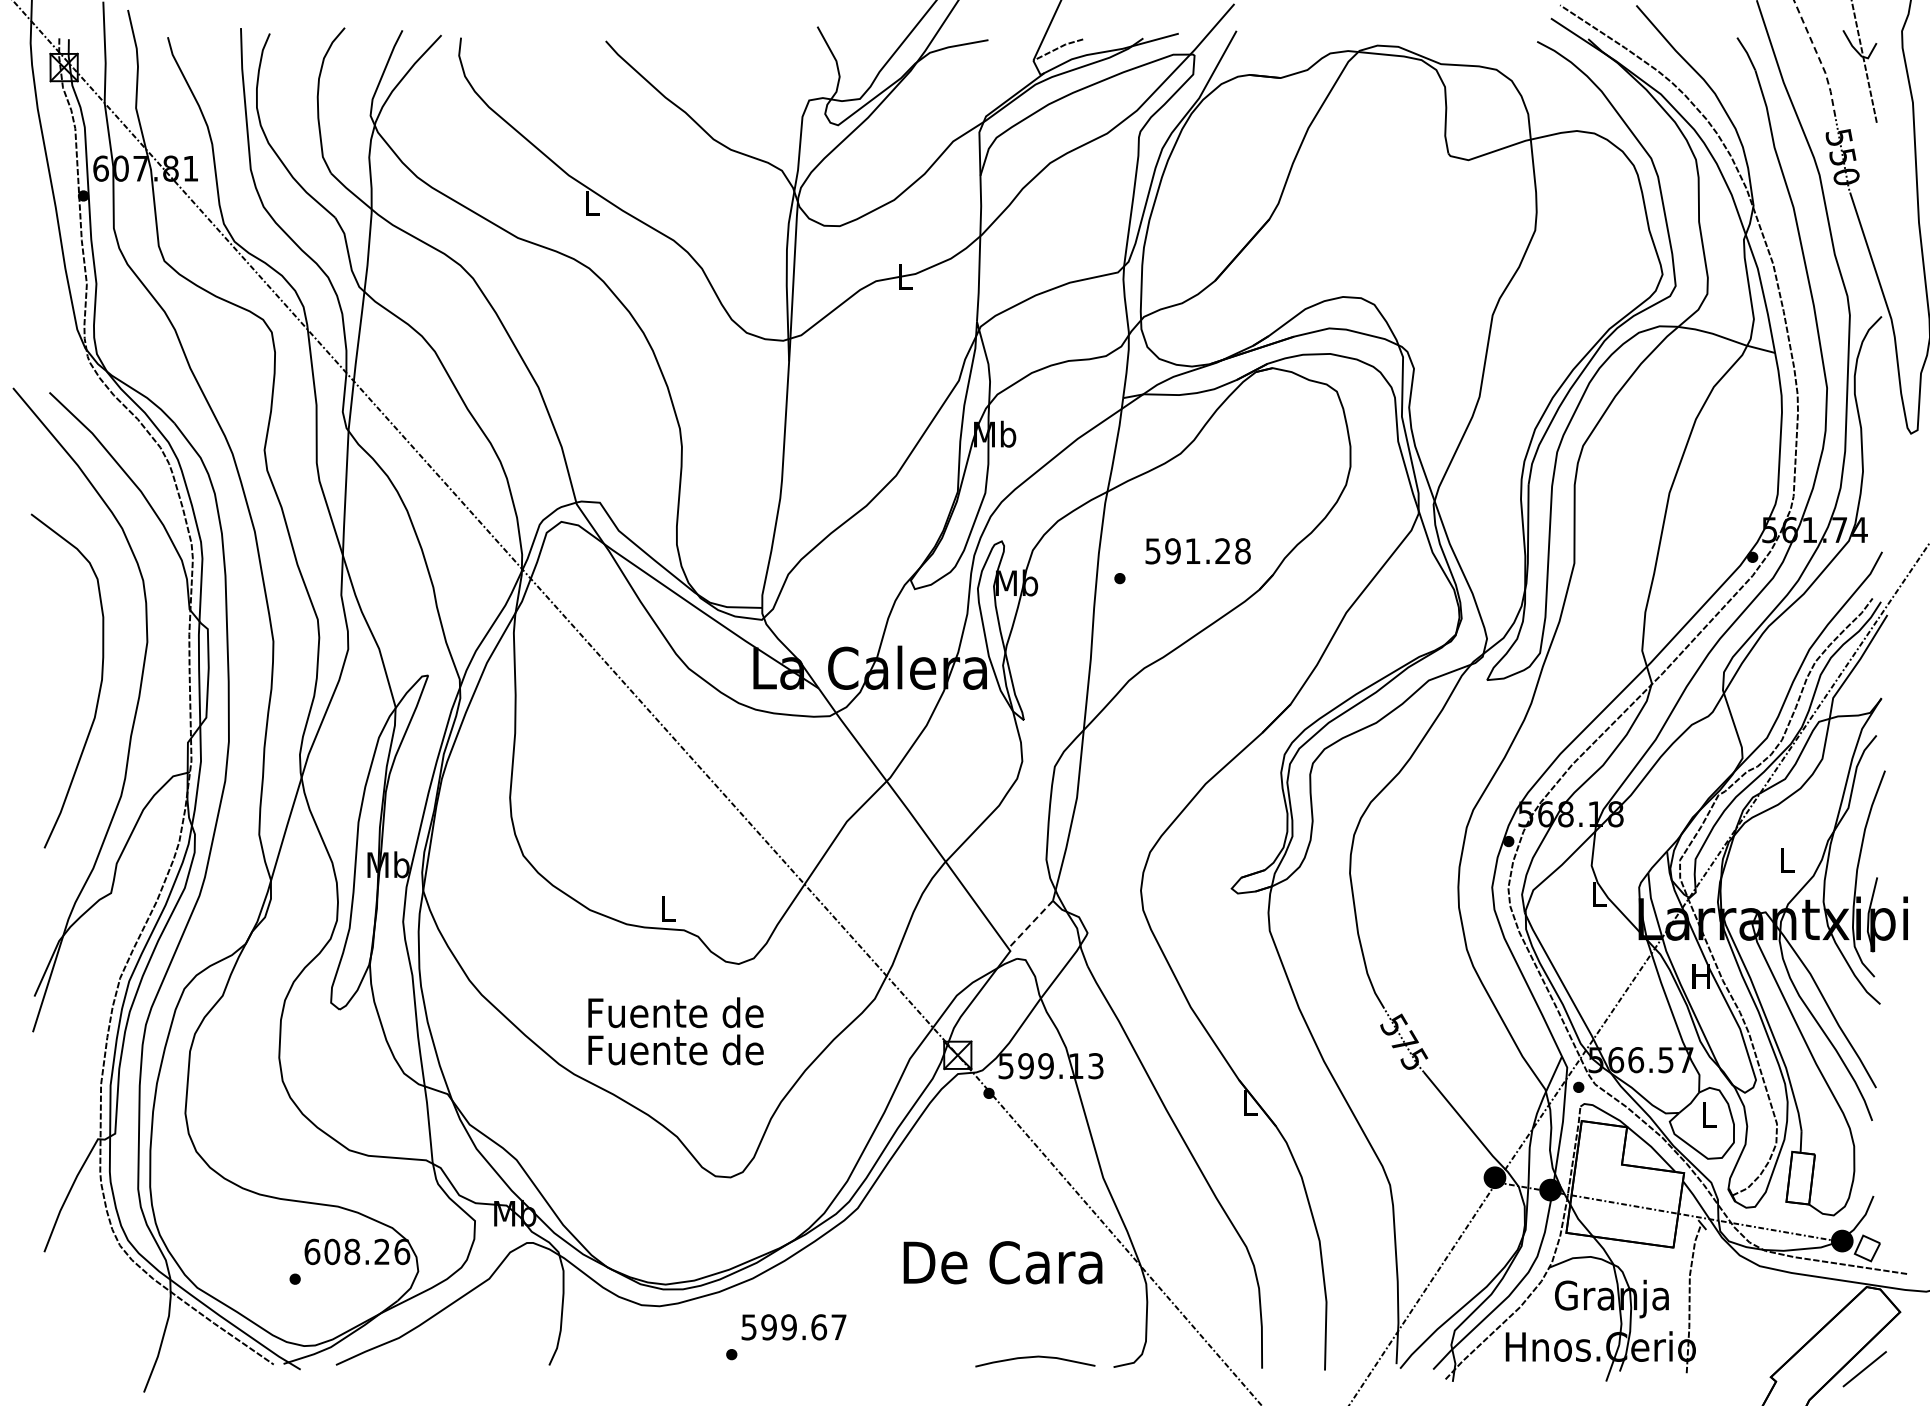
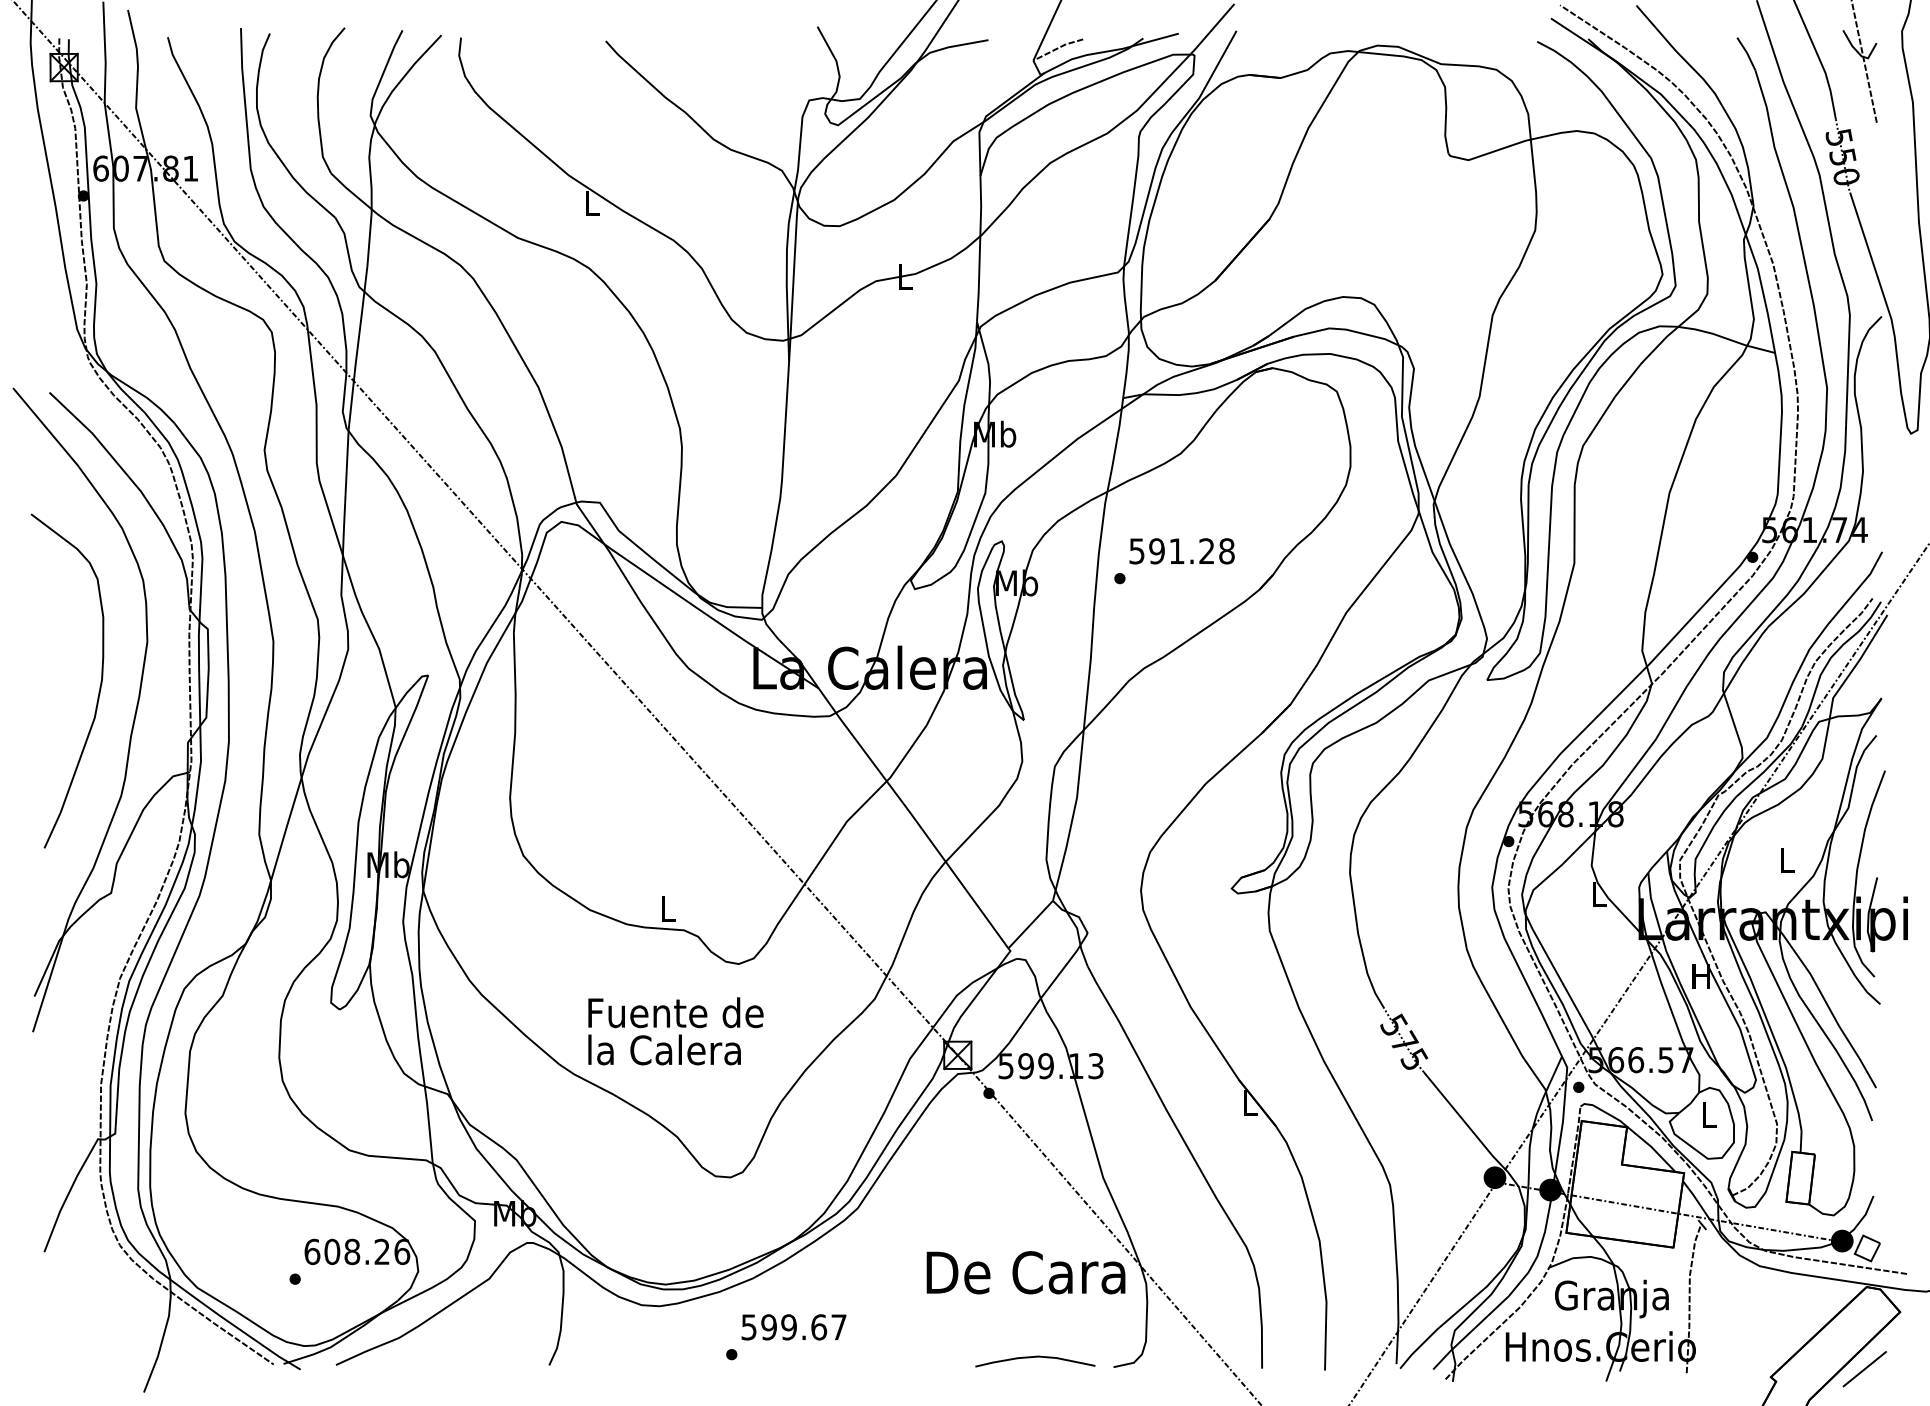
line at (1819, 59): dashed -> solid
text at (1197, 551) position: (1197, 551) -> (1181, 551)
line at (1030, 924): dashed -> solid
text at (675, 1049): Fuente de -> la Calera
text at (1002, 1262) position: (1002, 1262) -> (1025, 1272)
